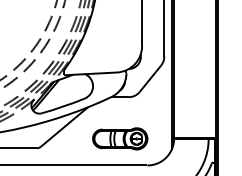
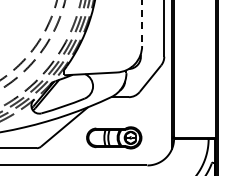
line at (142, 23): solid -> dashed
part at (120, 138) position: (120, 138) -> (114, 137)
